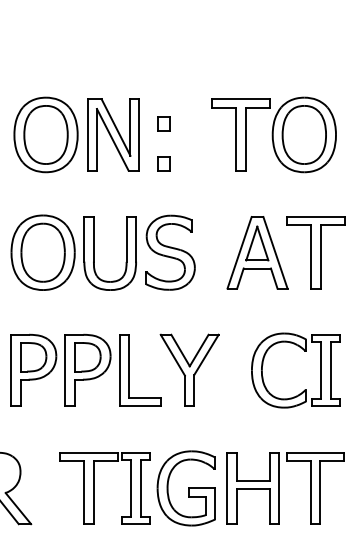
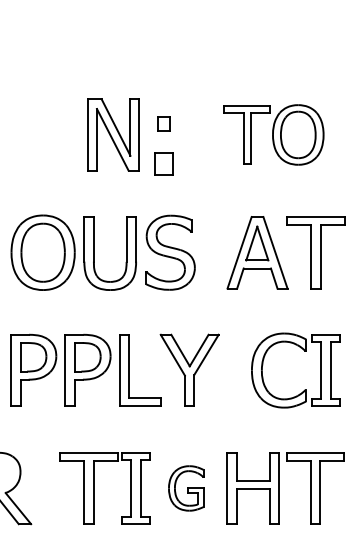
part at (45, 134): present -> none
part at (273, 134) size: 126x78 px -> 102x62 px
part at (163, 163) size: 14x16 px -> 20x24 px
part at (185, 488) size: 60x77 px -> 37x47 px
